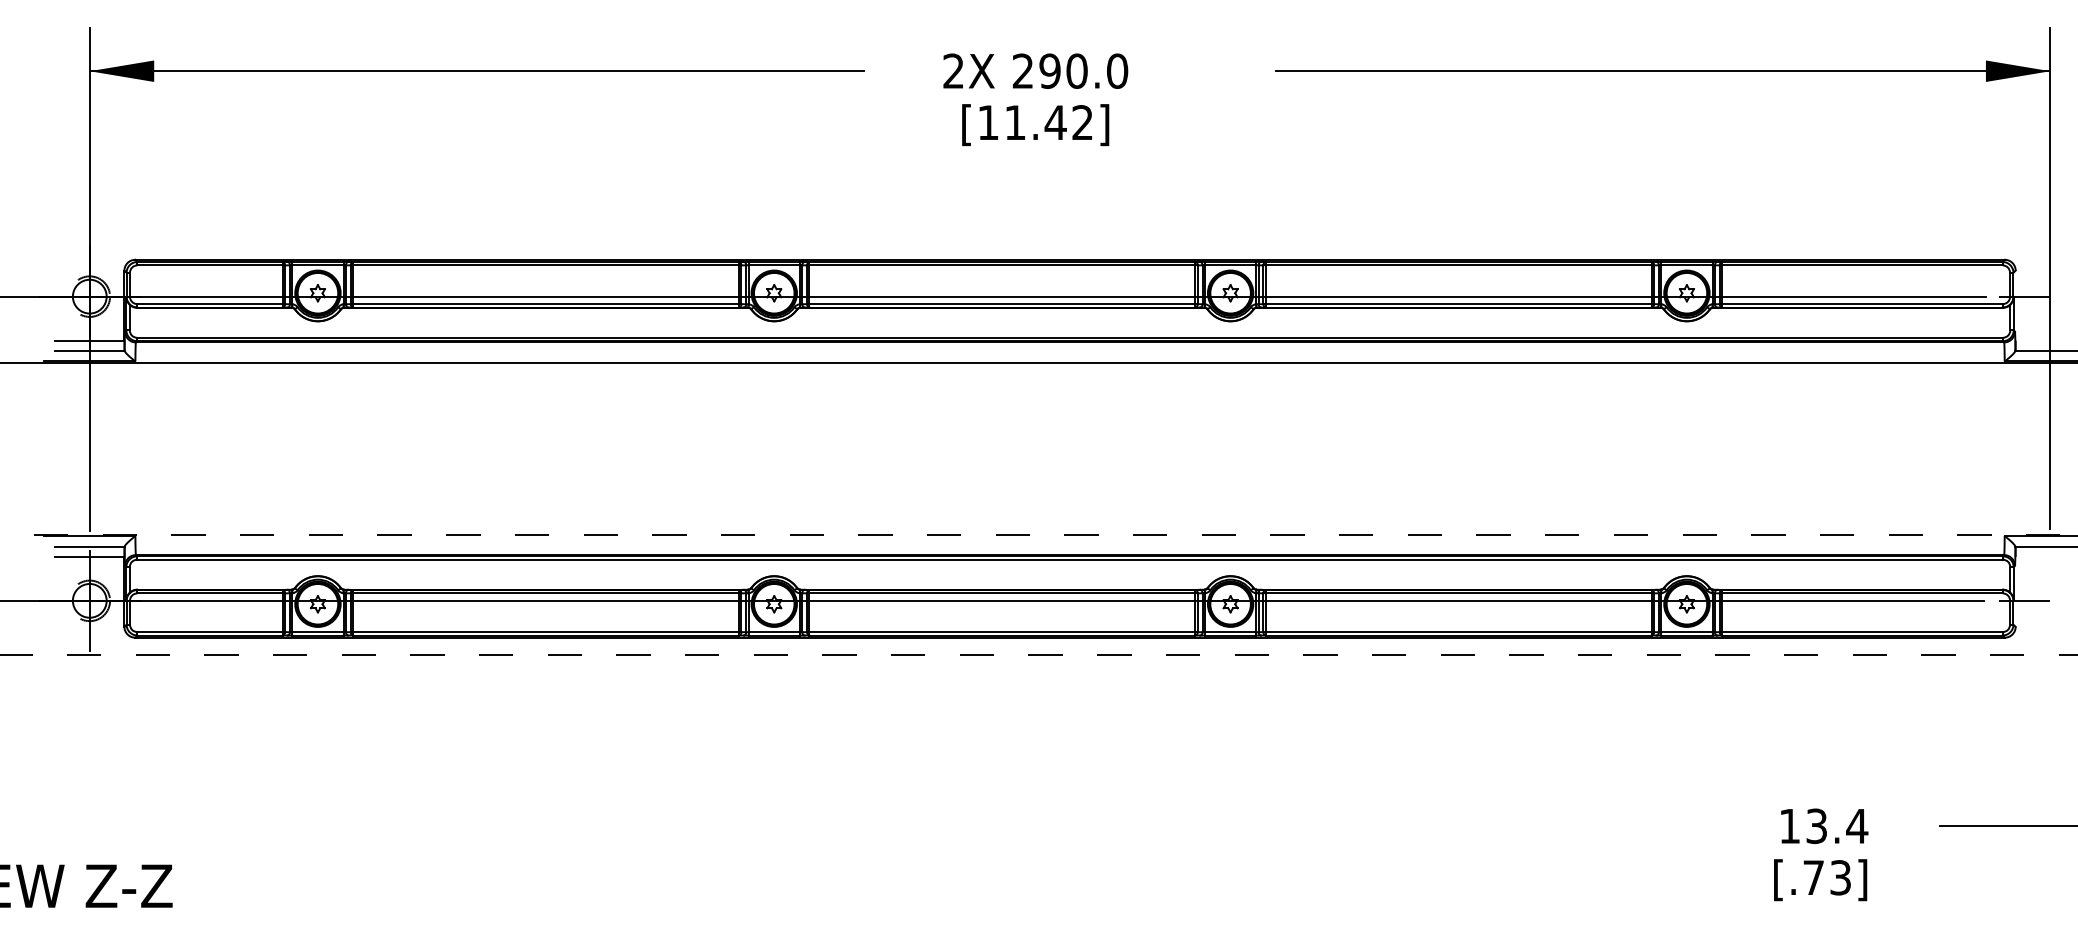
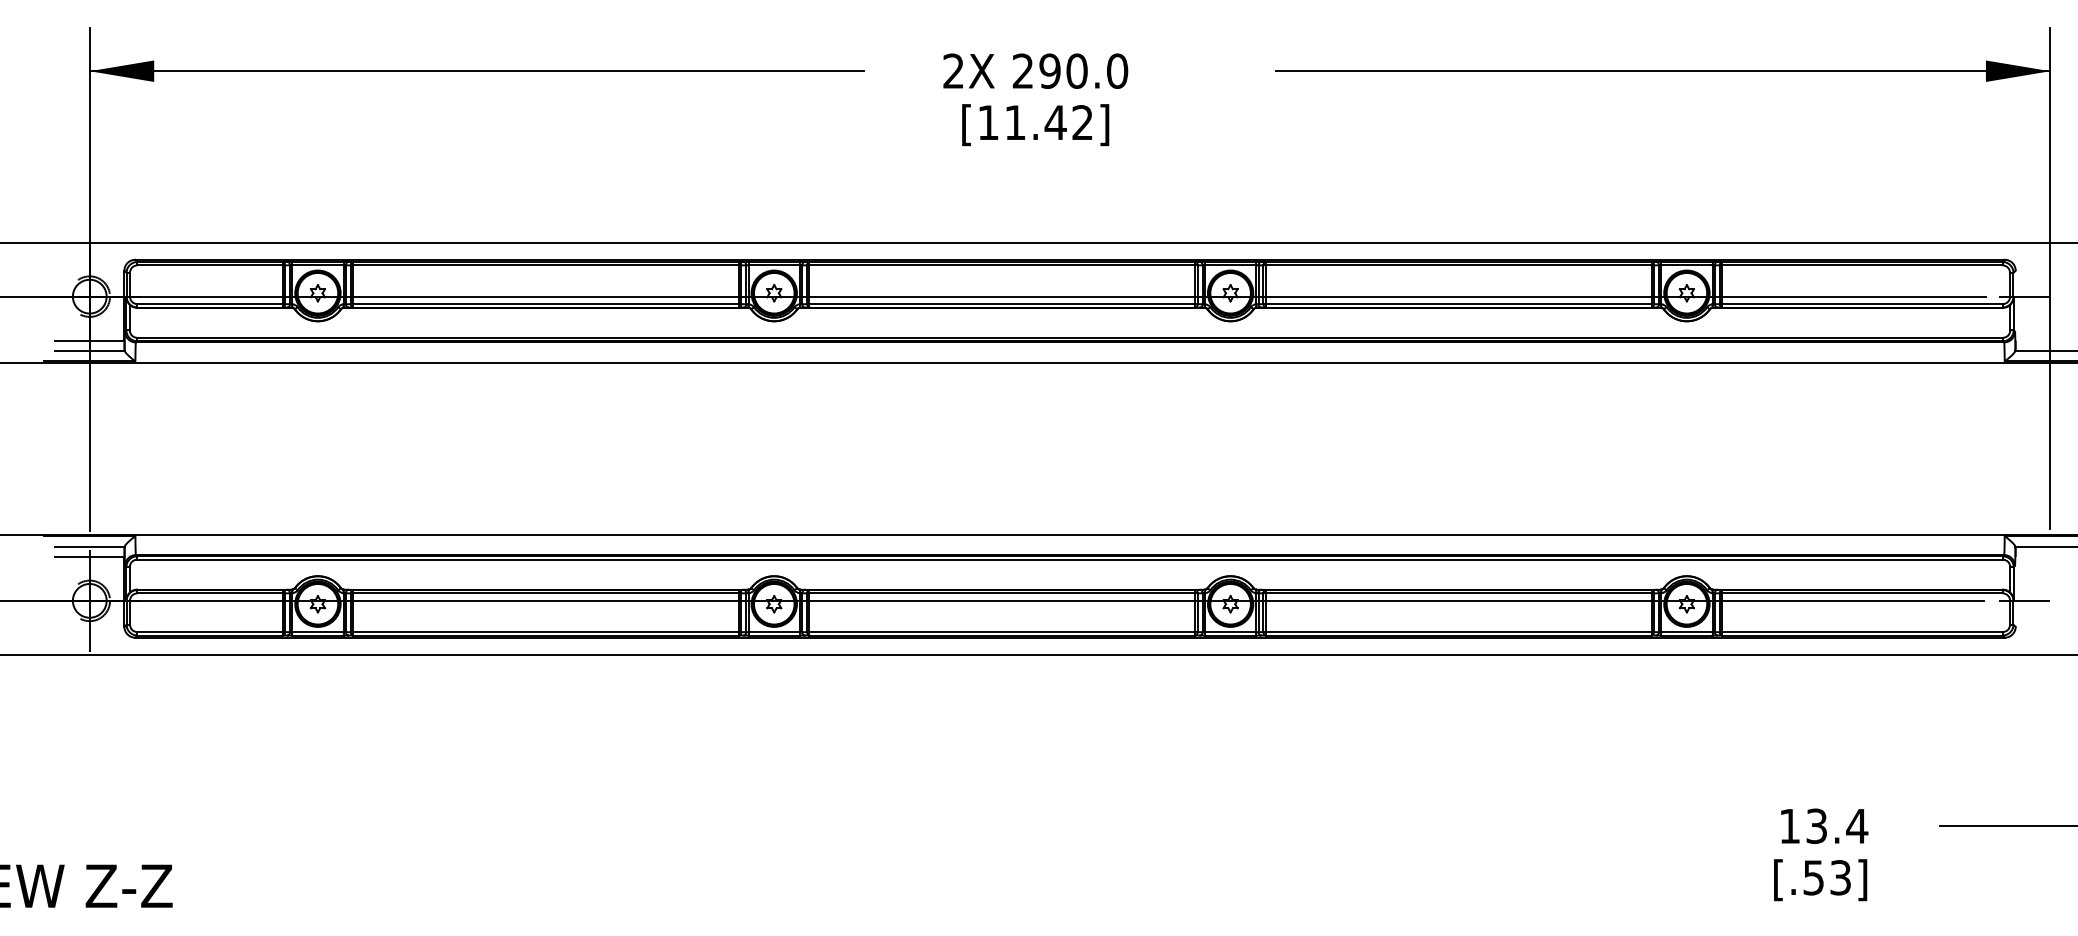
line at (1038, 242): none -> present
line at (1039, 534): dashed -> solid
line at (1039, 654): dashed -> solid
text at (1813, 877): [.73] -> [.53]
